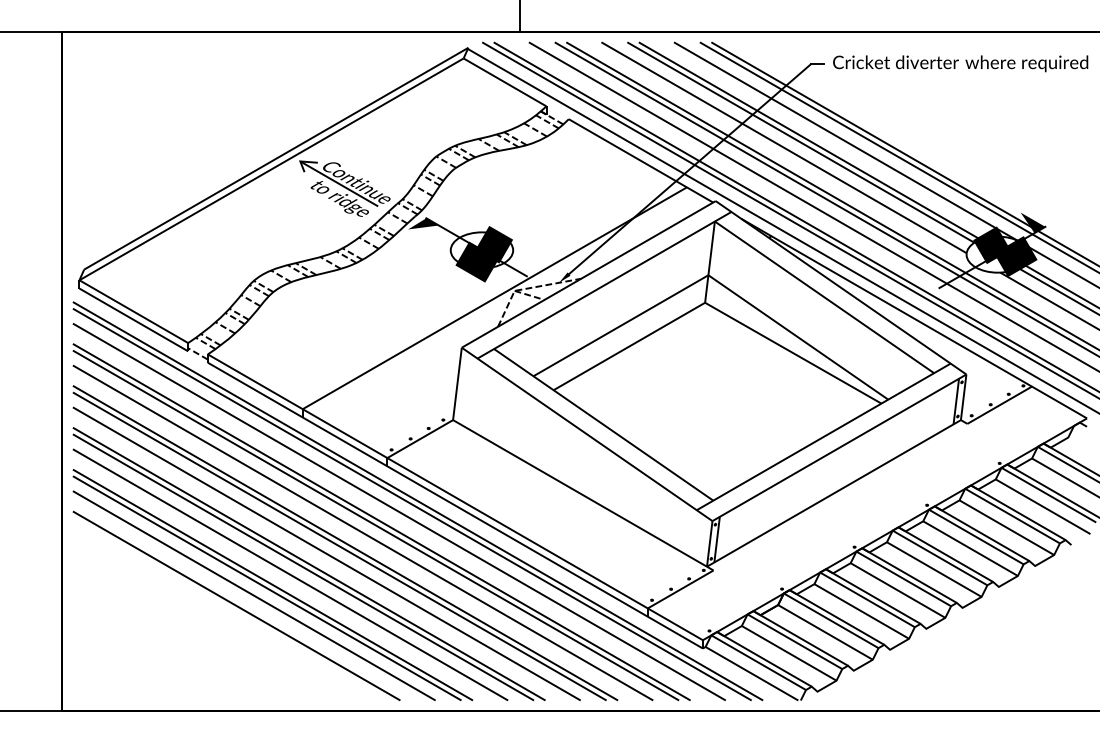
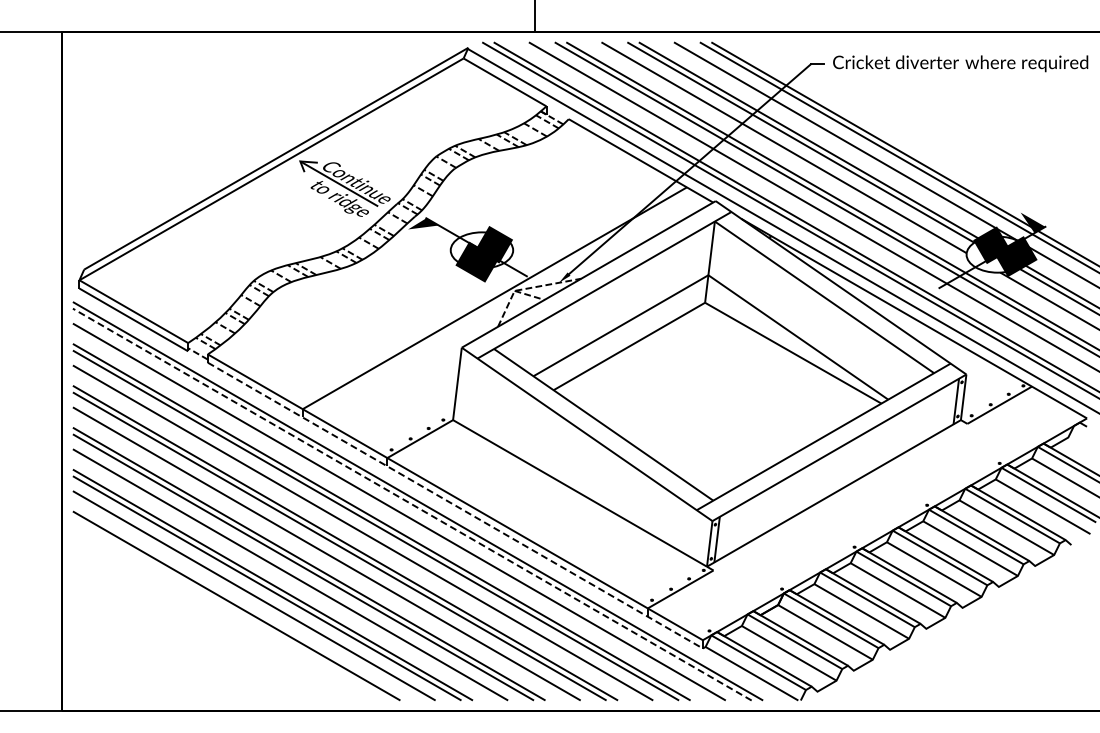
line at (519, 16) position: (519, 16) -> (534, 16)
line at (412, 504): solid -> dashed
line at (455, 505): solid -> dashed
